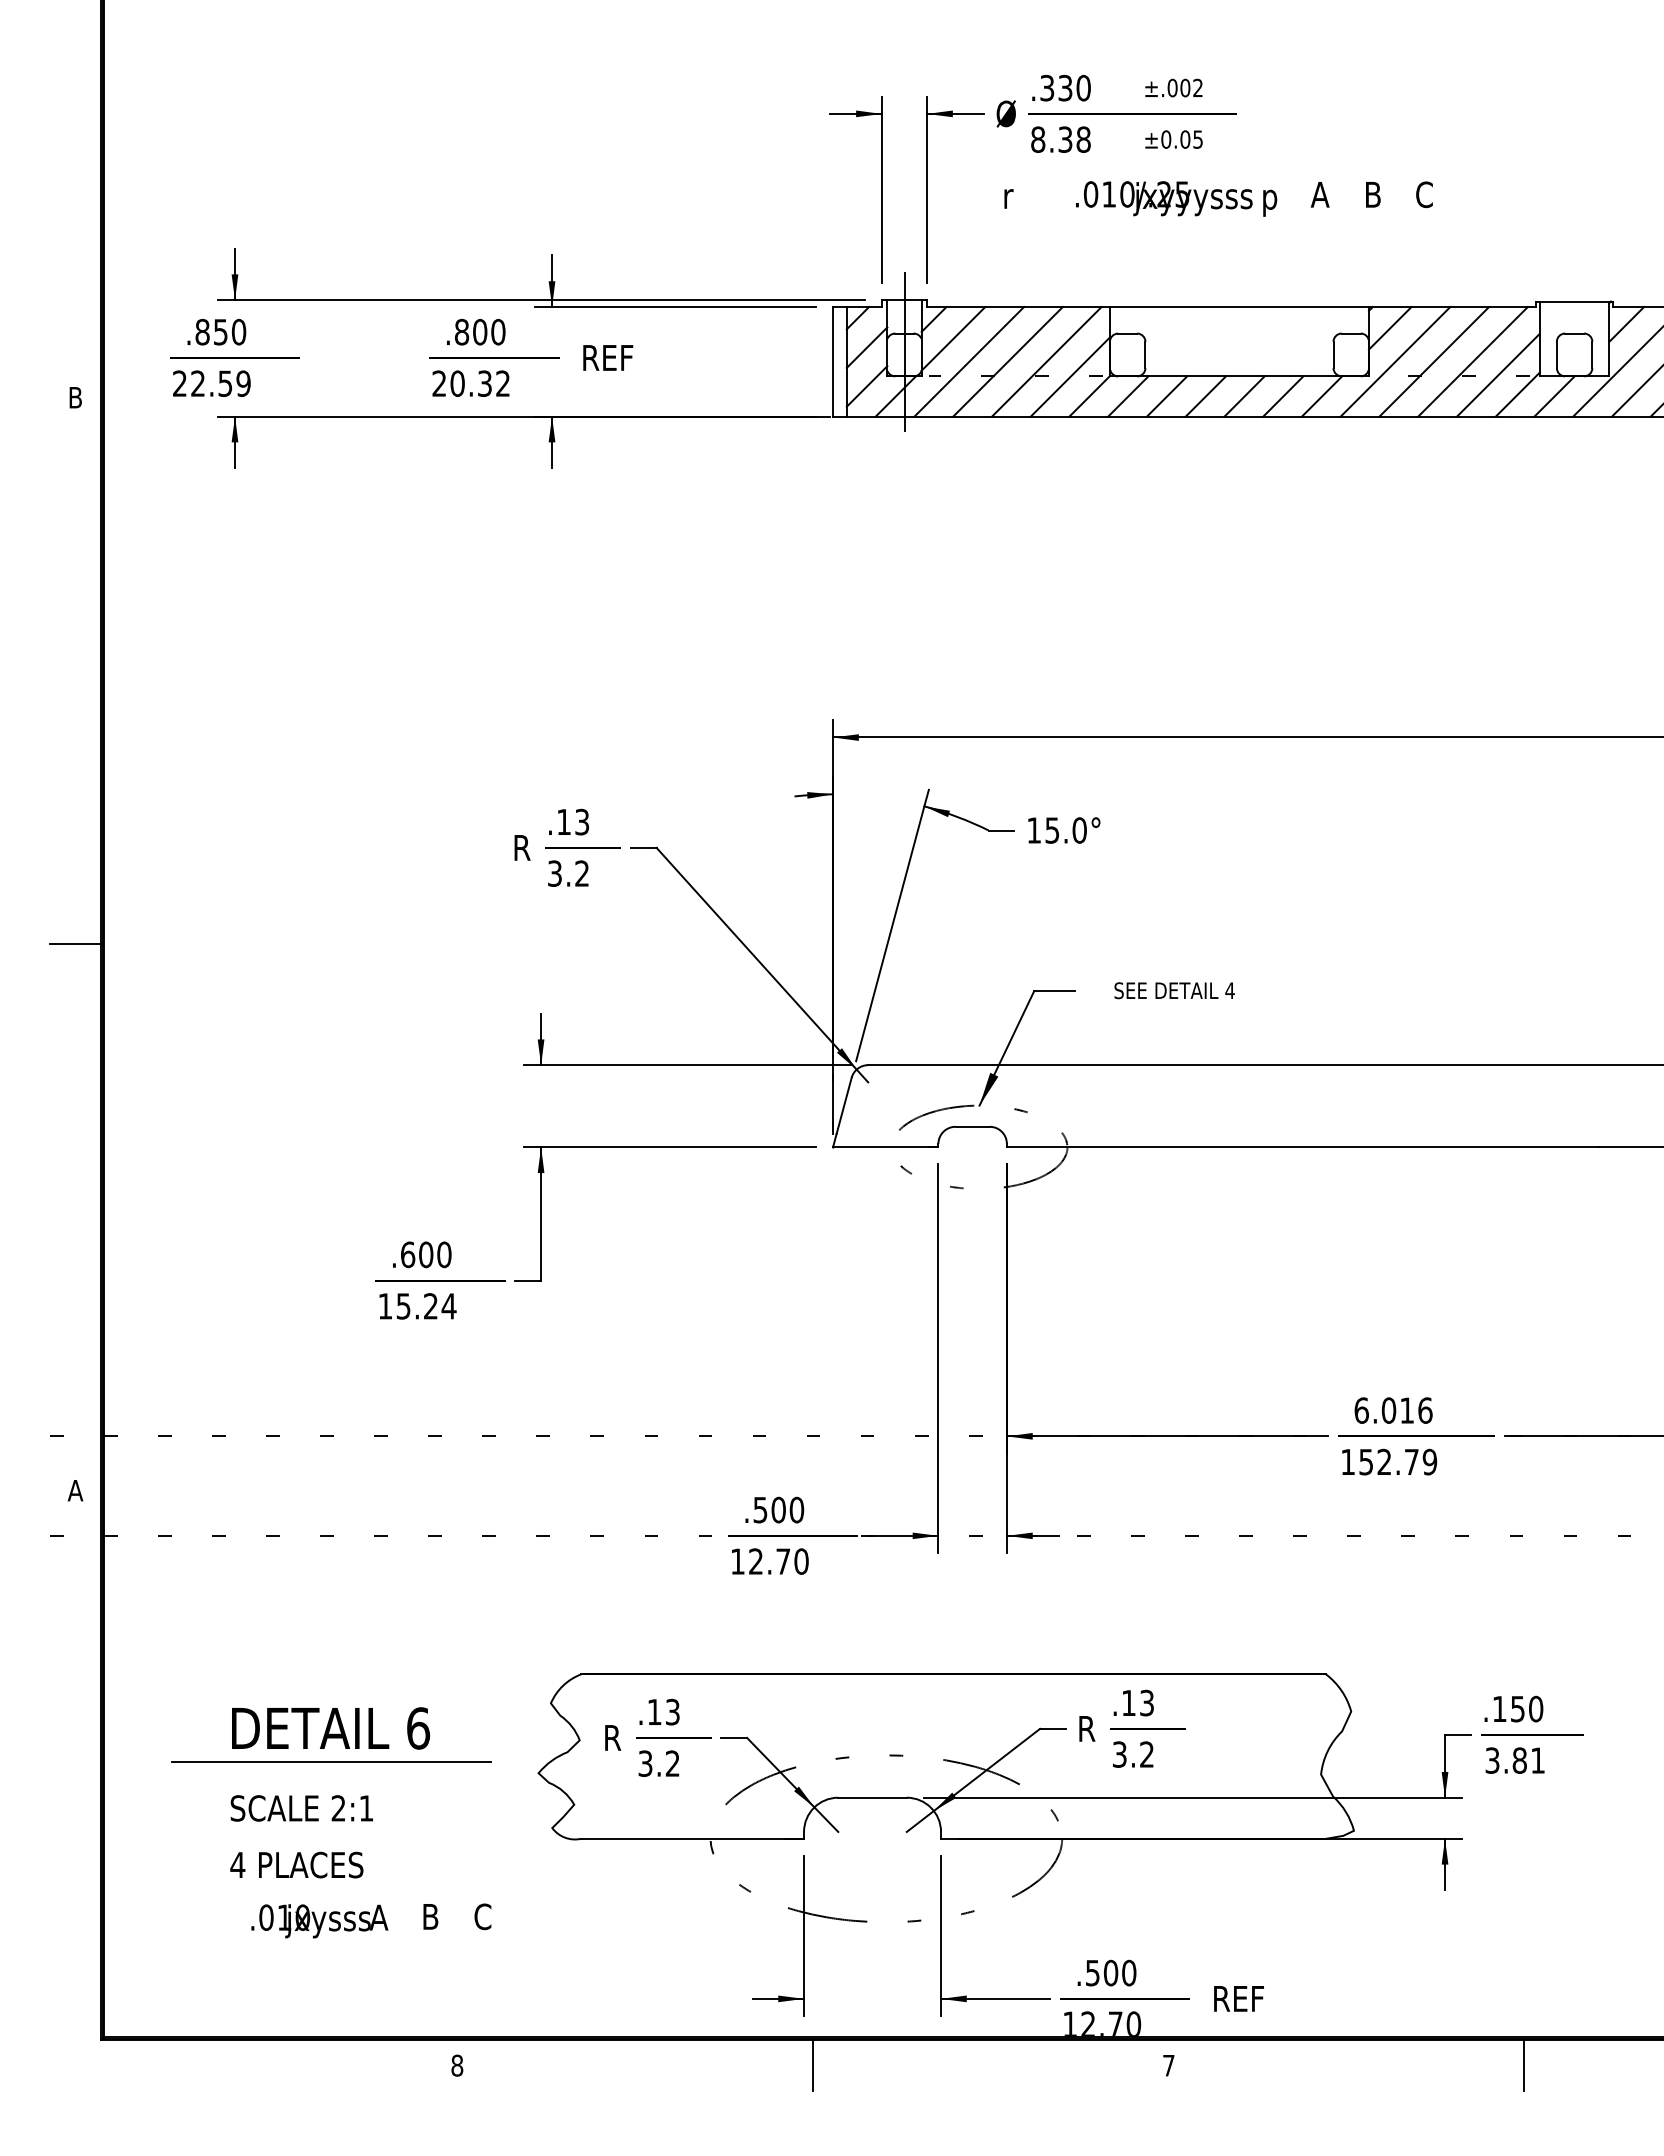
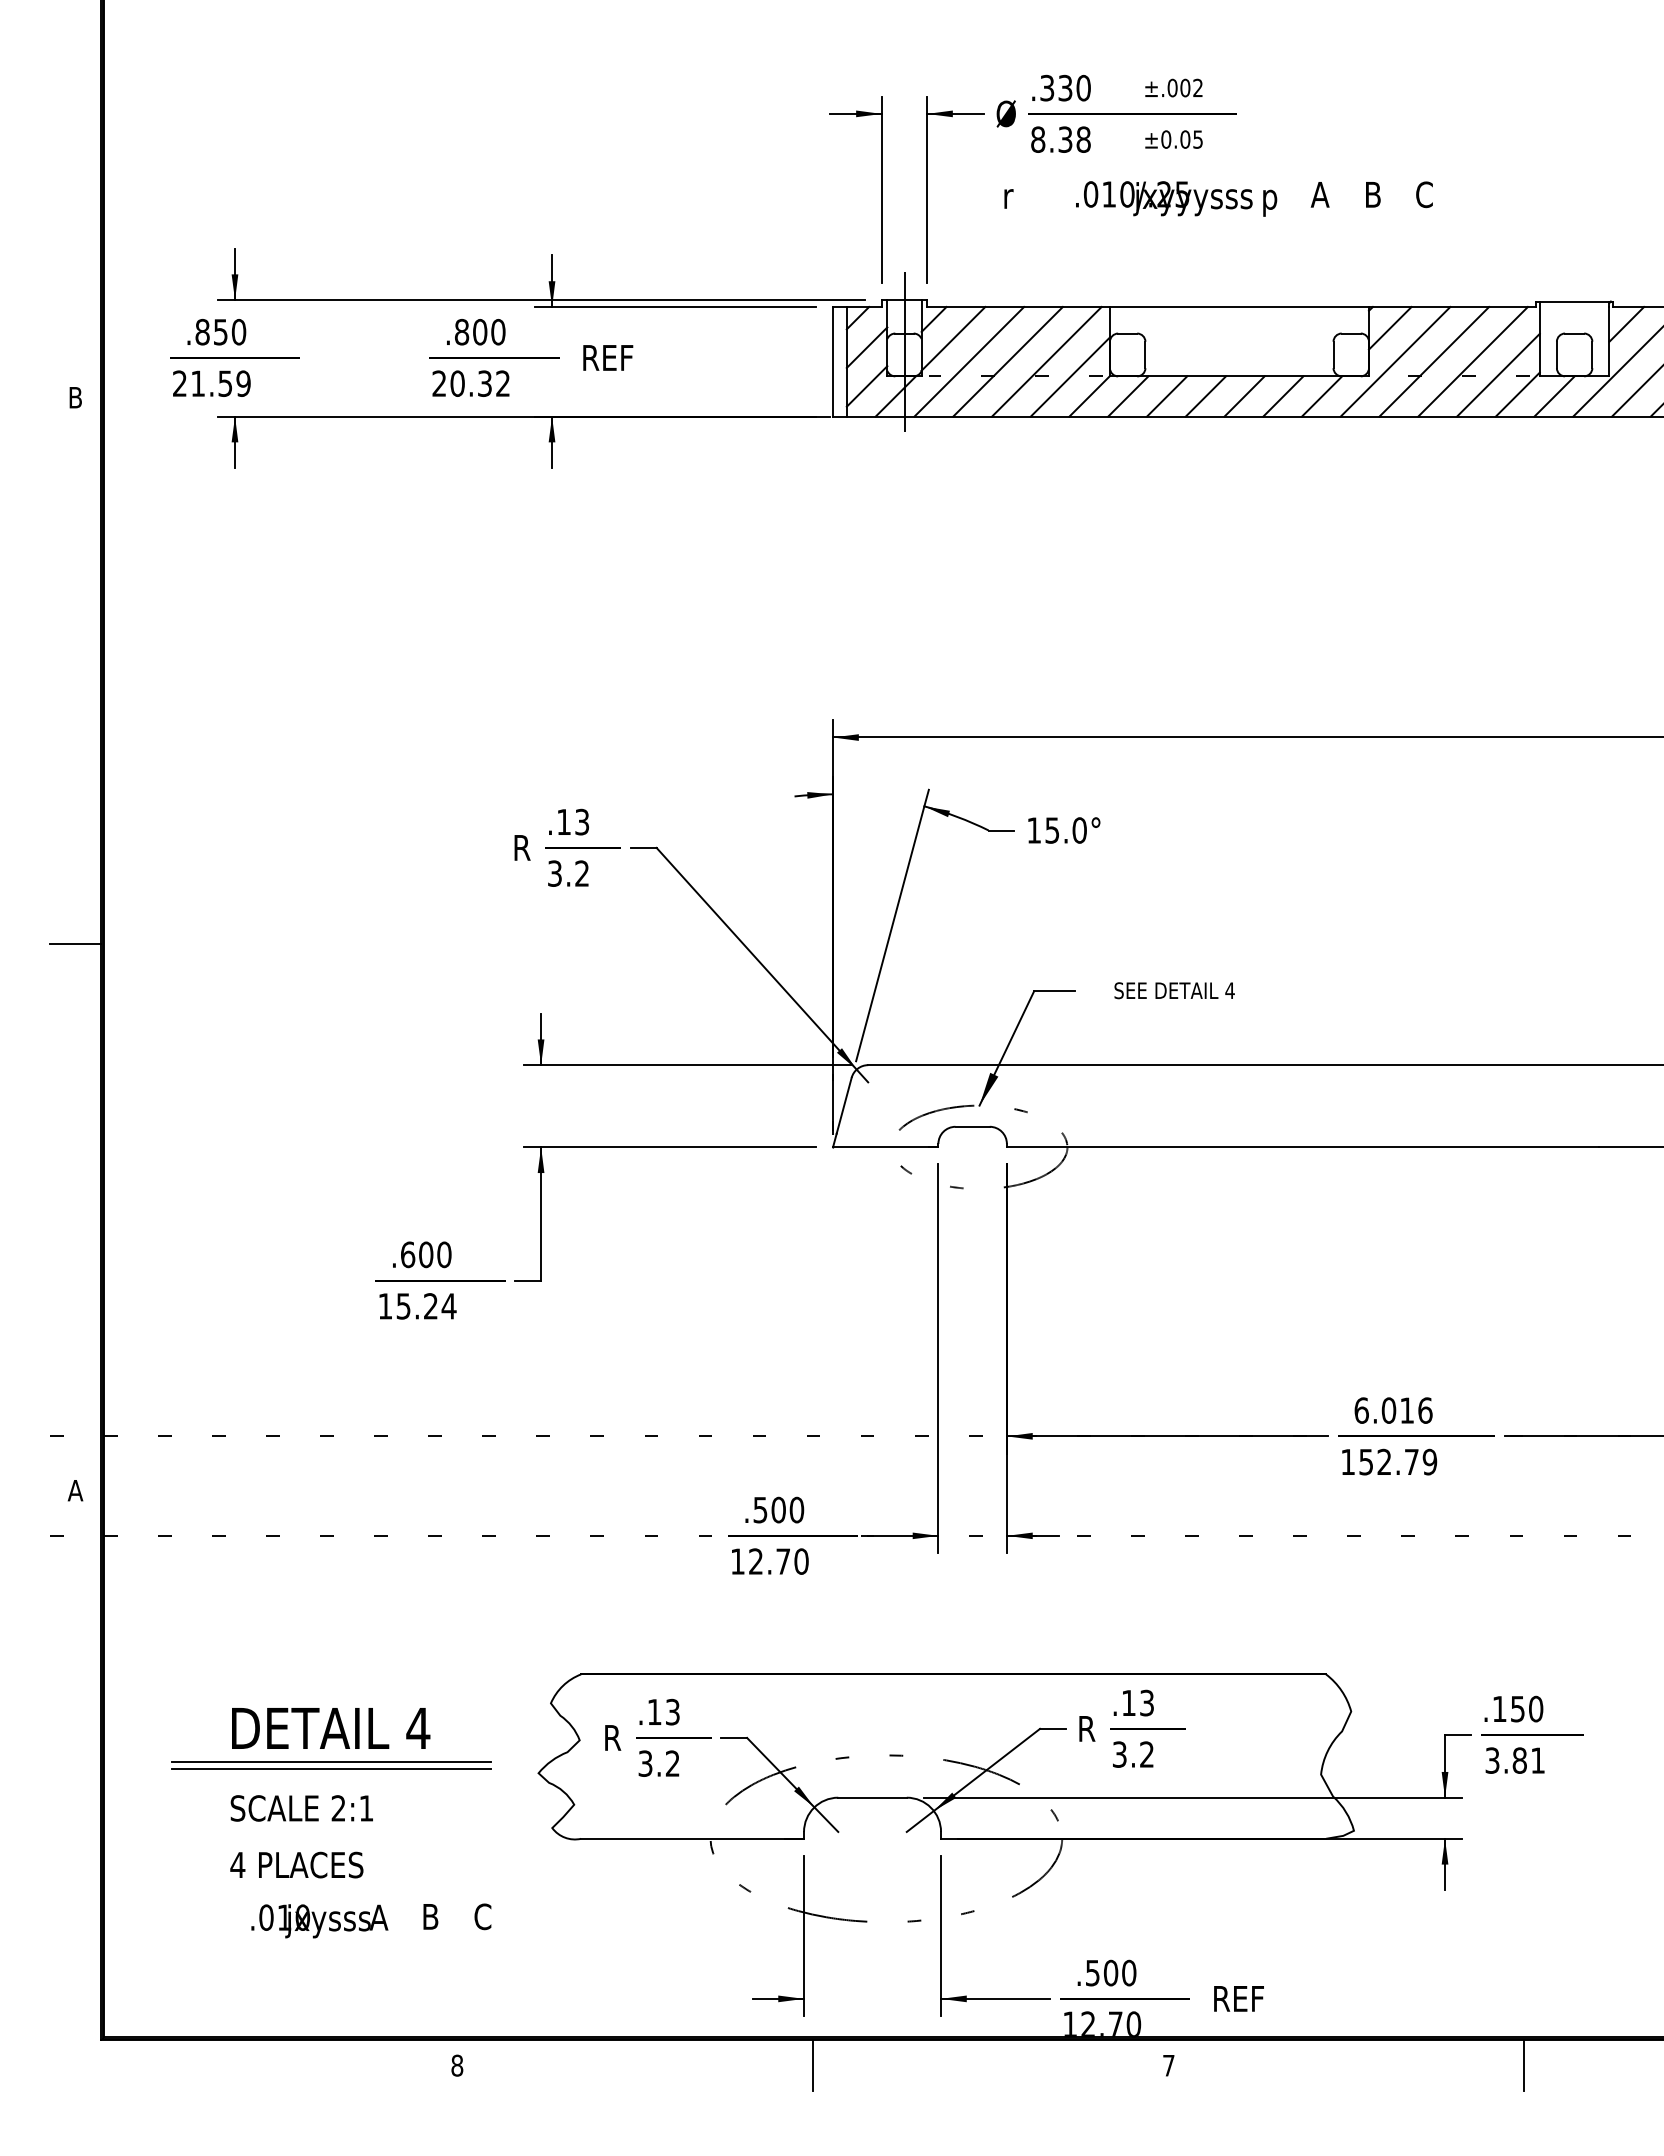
text at (197, 383): 22.59 -> 21.59
text at (418, 1728): 6 -> 4
line at (331, 1768): none -> present
